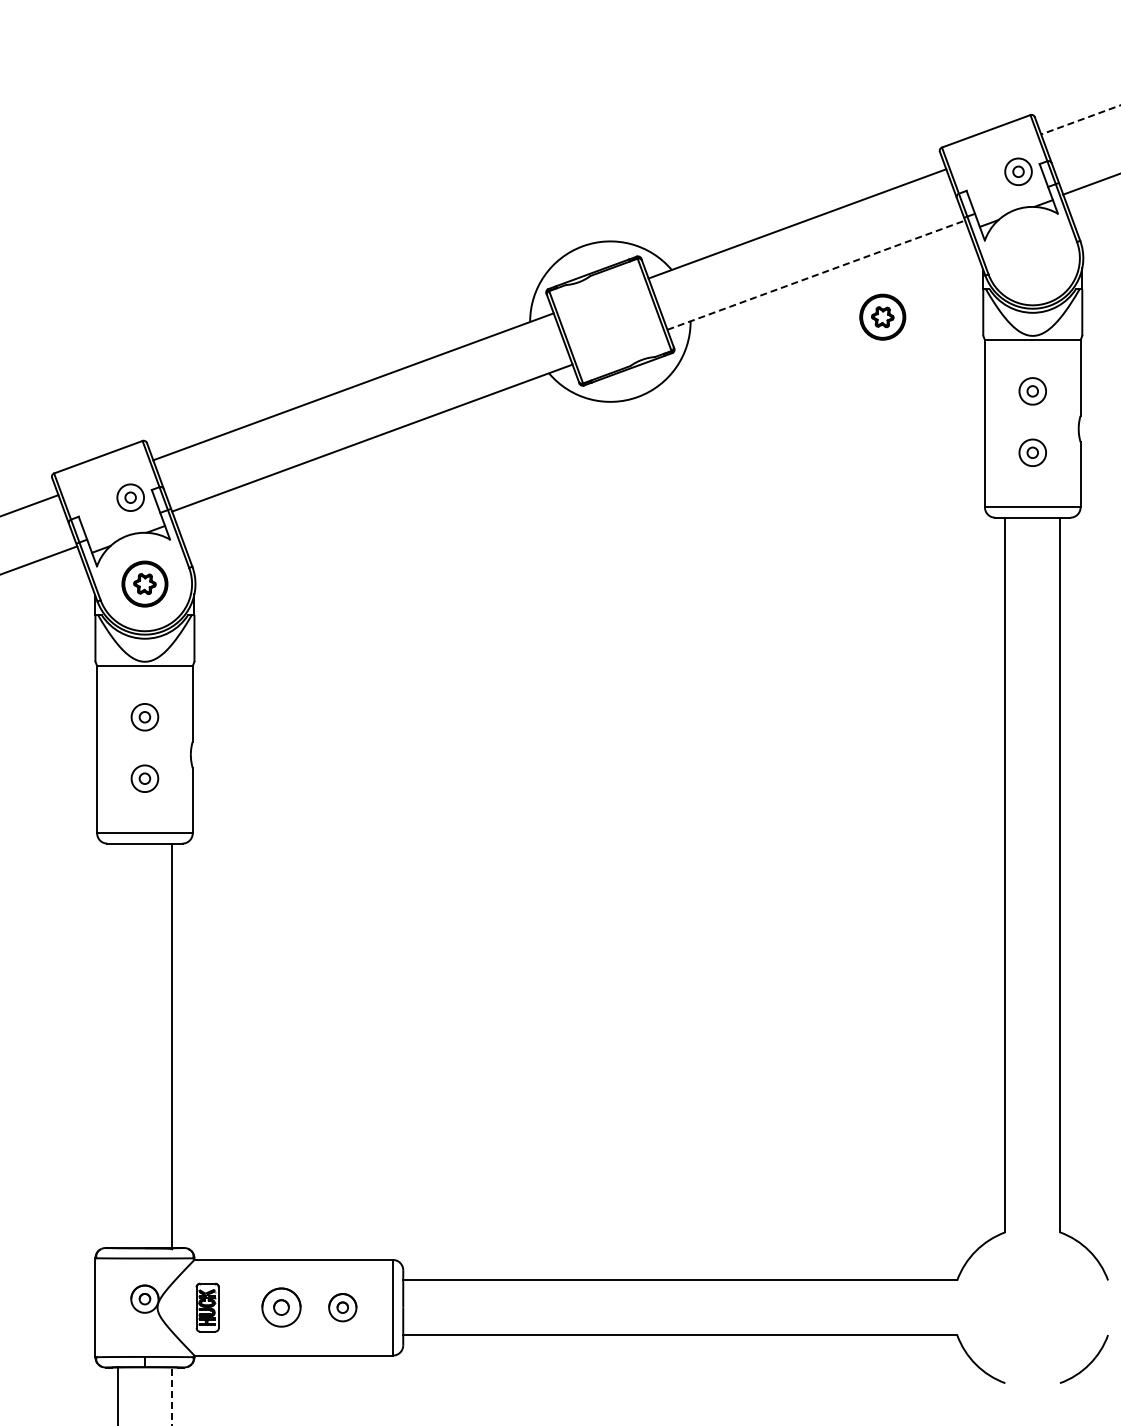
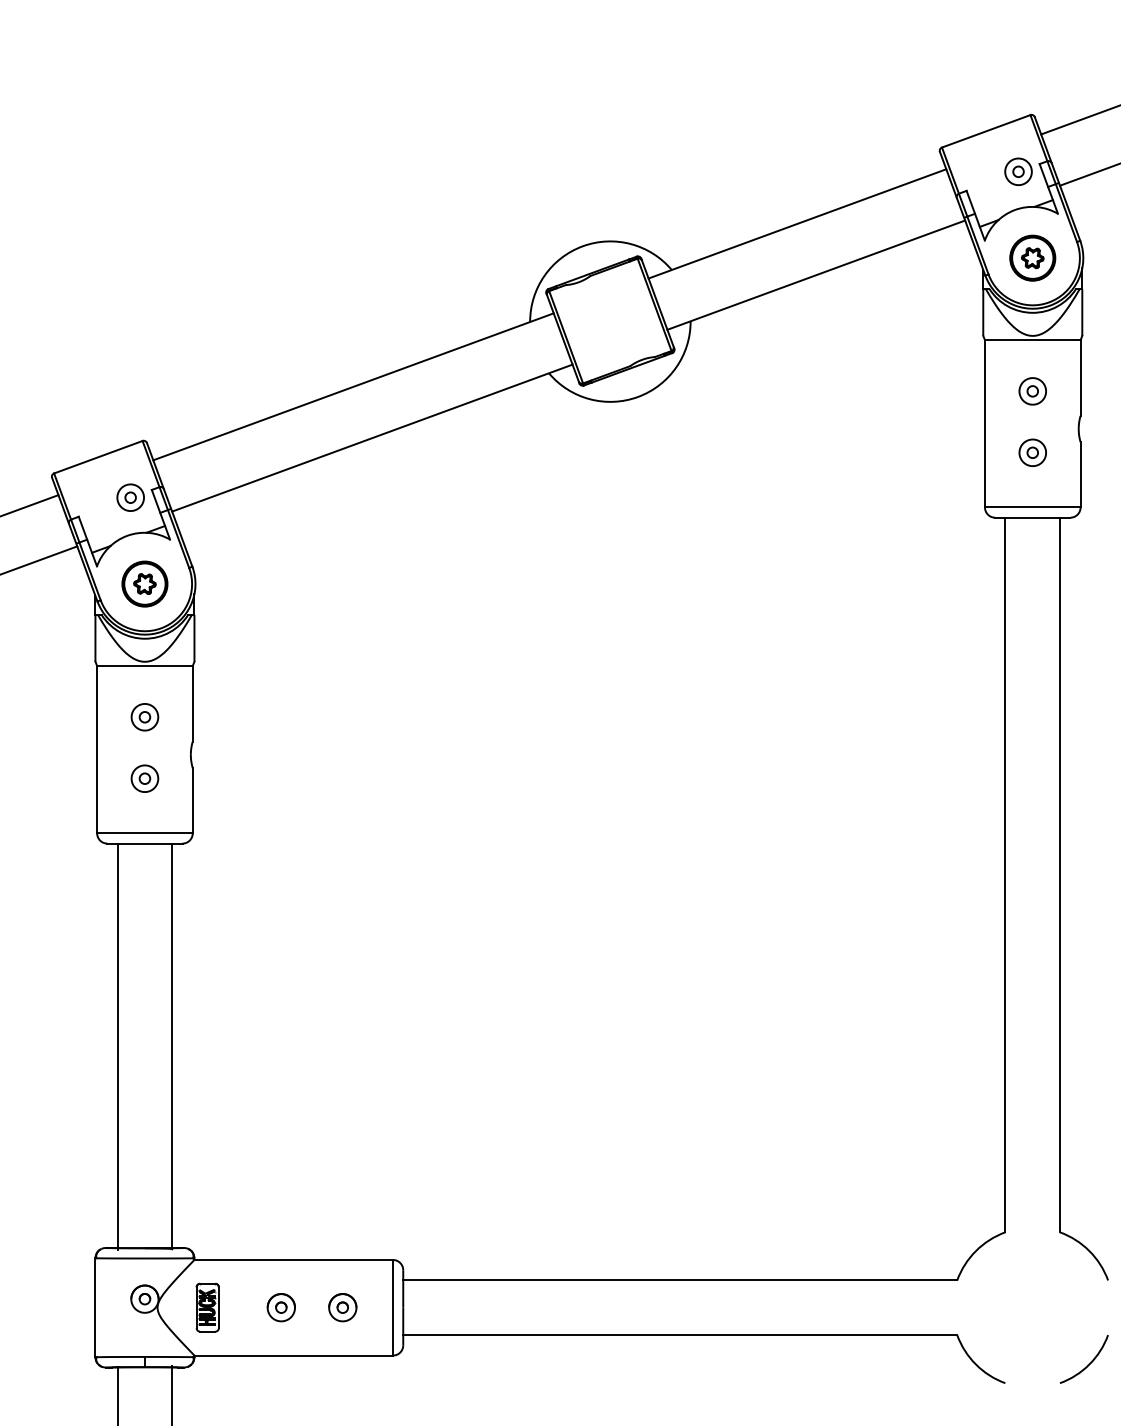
line at (1080, 120): dashed -> solid
line at (1090, 184) position: (1090, 184) -> (1088, 174)
line at (816, 275): dashed -> solid
part at (882, 316) position: (882, 316) -> (1032, 257)
line at (117, 1046): none -> present
part at (281, 1307) size: 41x41 px -> 30x30 px
line at (172, 1395): dashed -> solid
